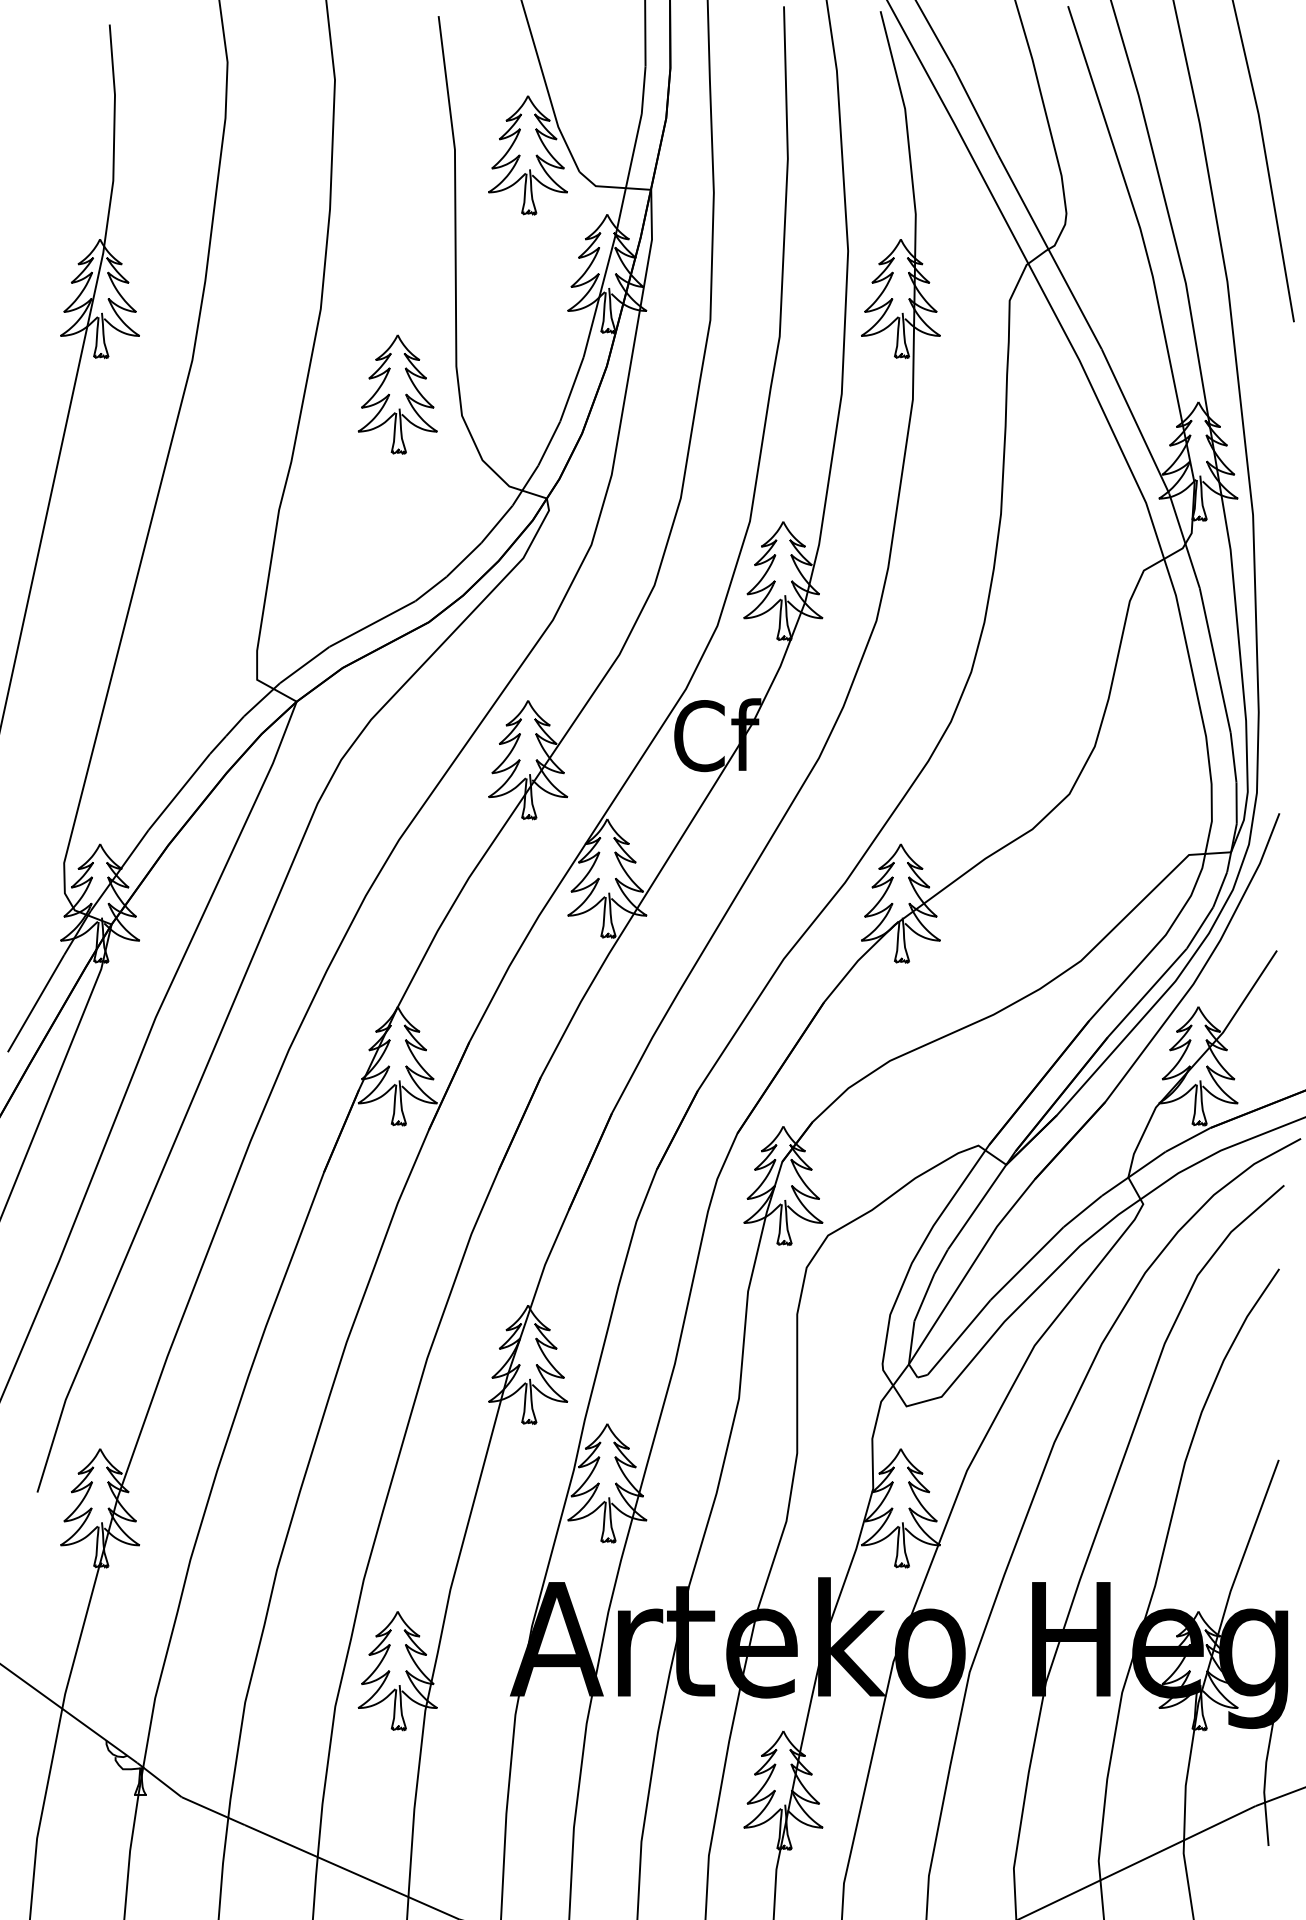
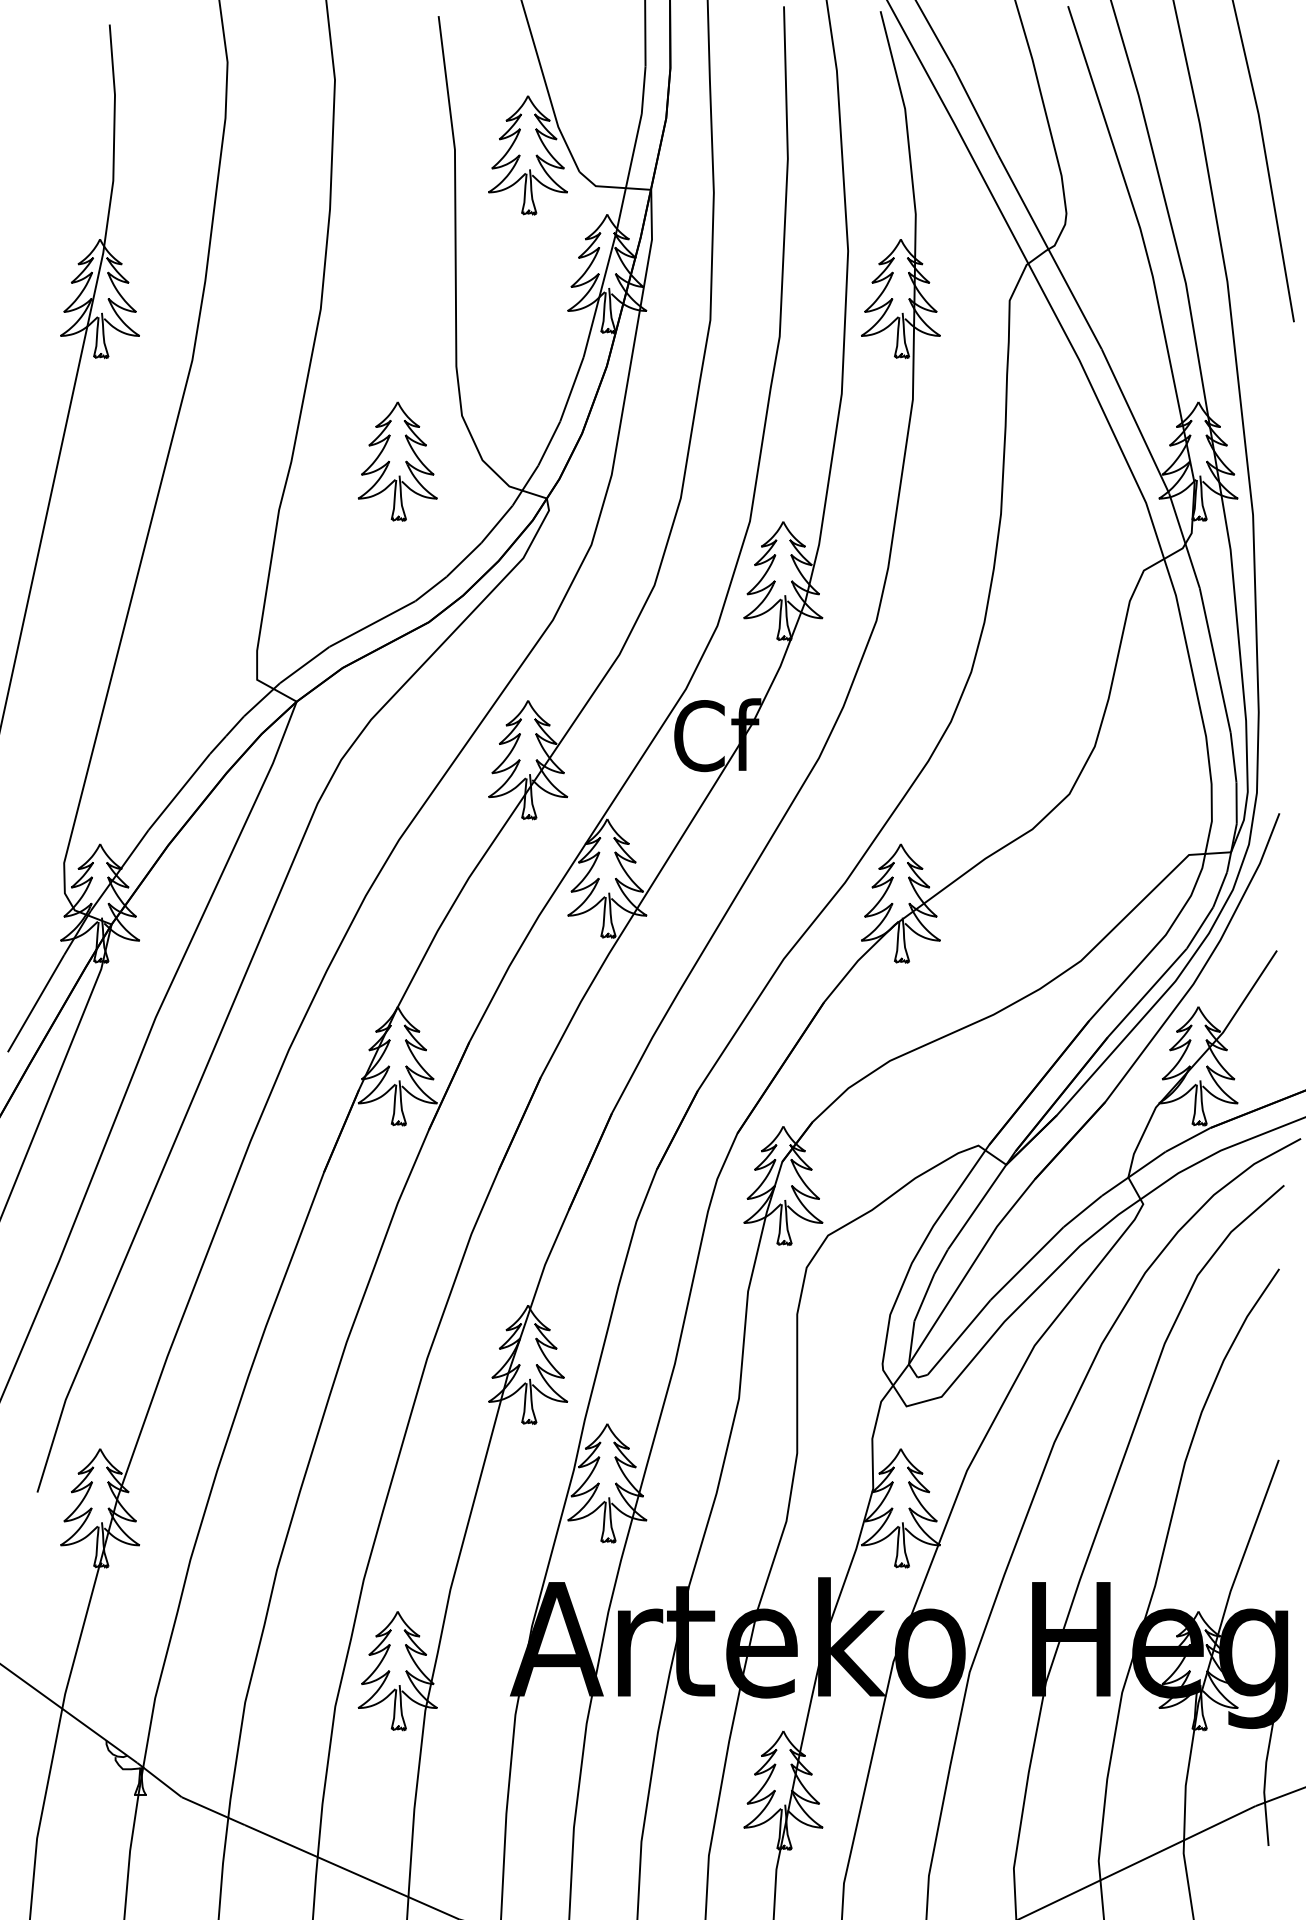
part at (397, 394) position: (397, 394) -> (397, 461)
